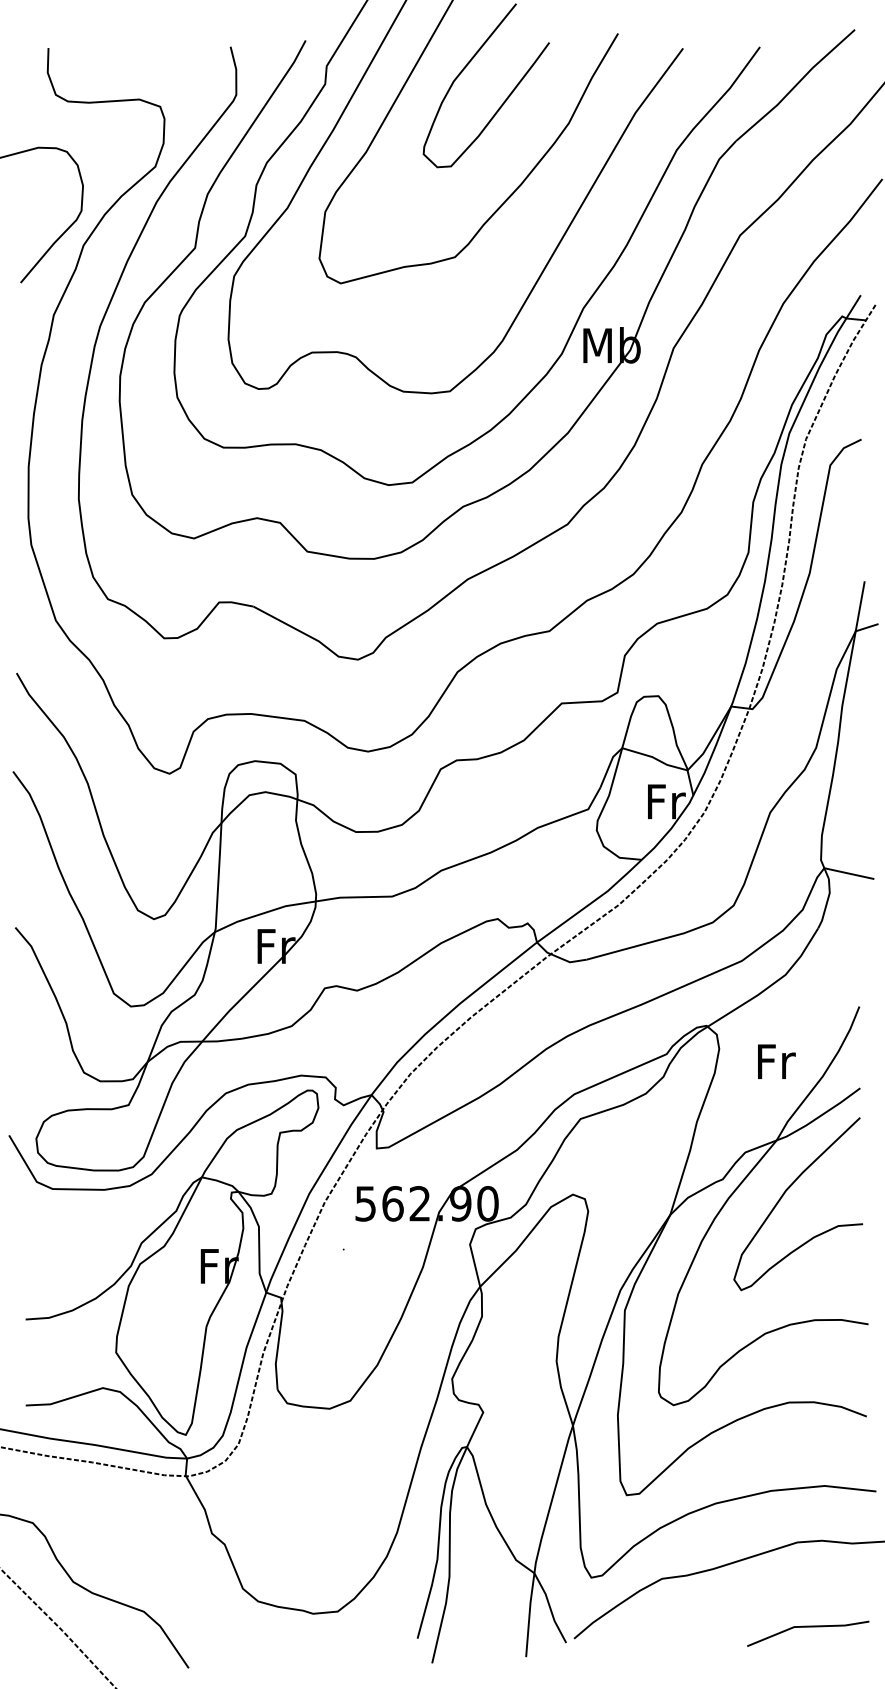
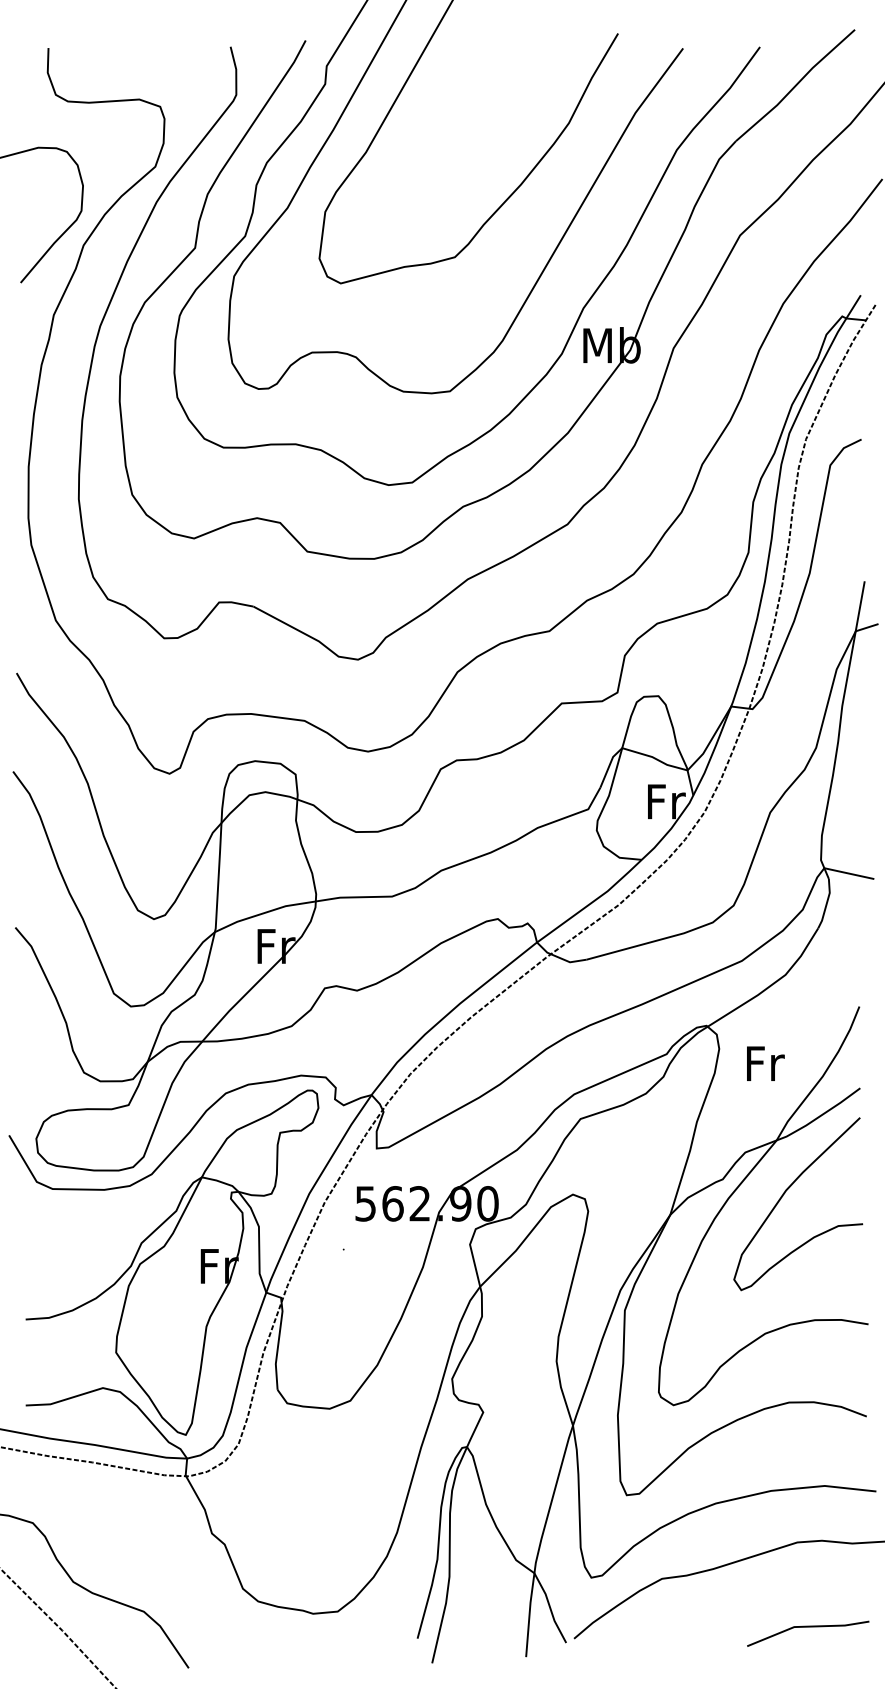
curve at (503, 101): present -> none
text at (776, 1061) position: (776, 1061) -> (765, 1063)
